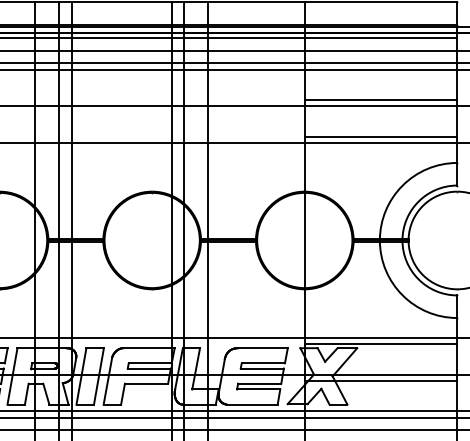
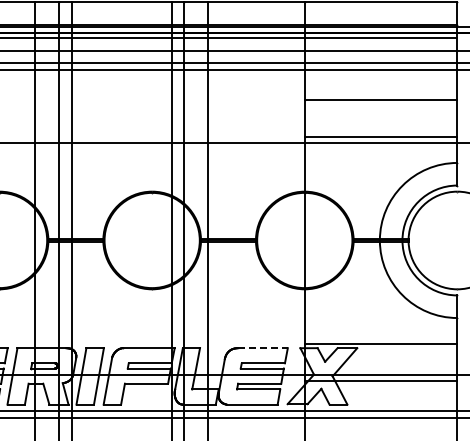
line at (234, 106): present -> none
line at (234, 338): present -> none
line at (263, 348): solid -> dashed
line at (234, 429): present -> none
